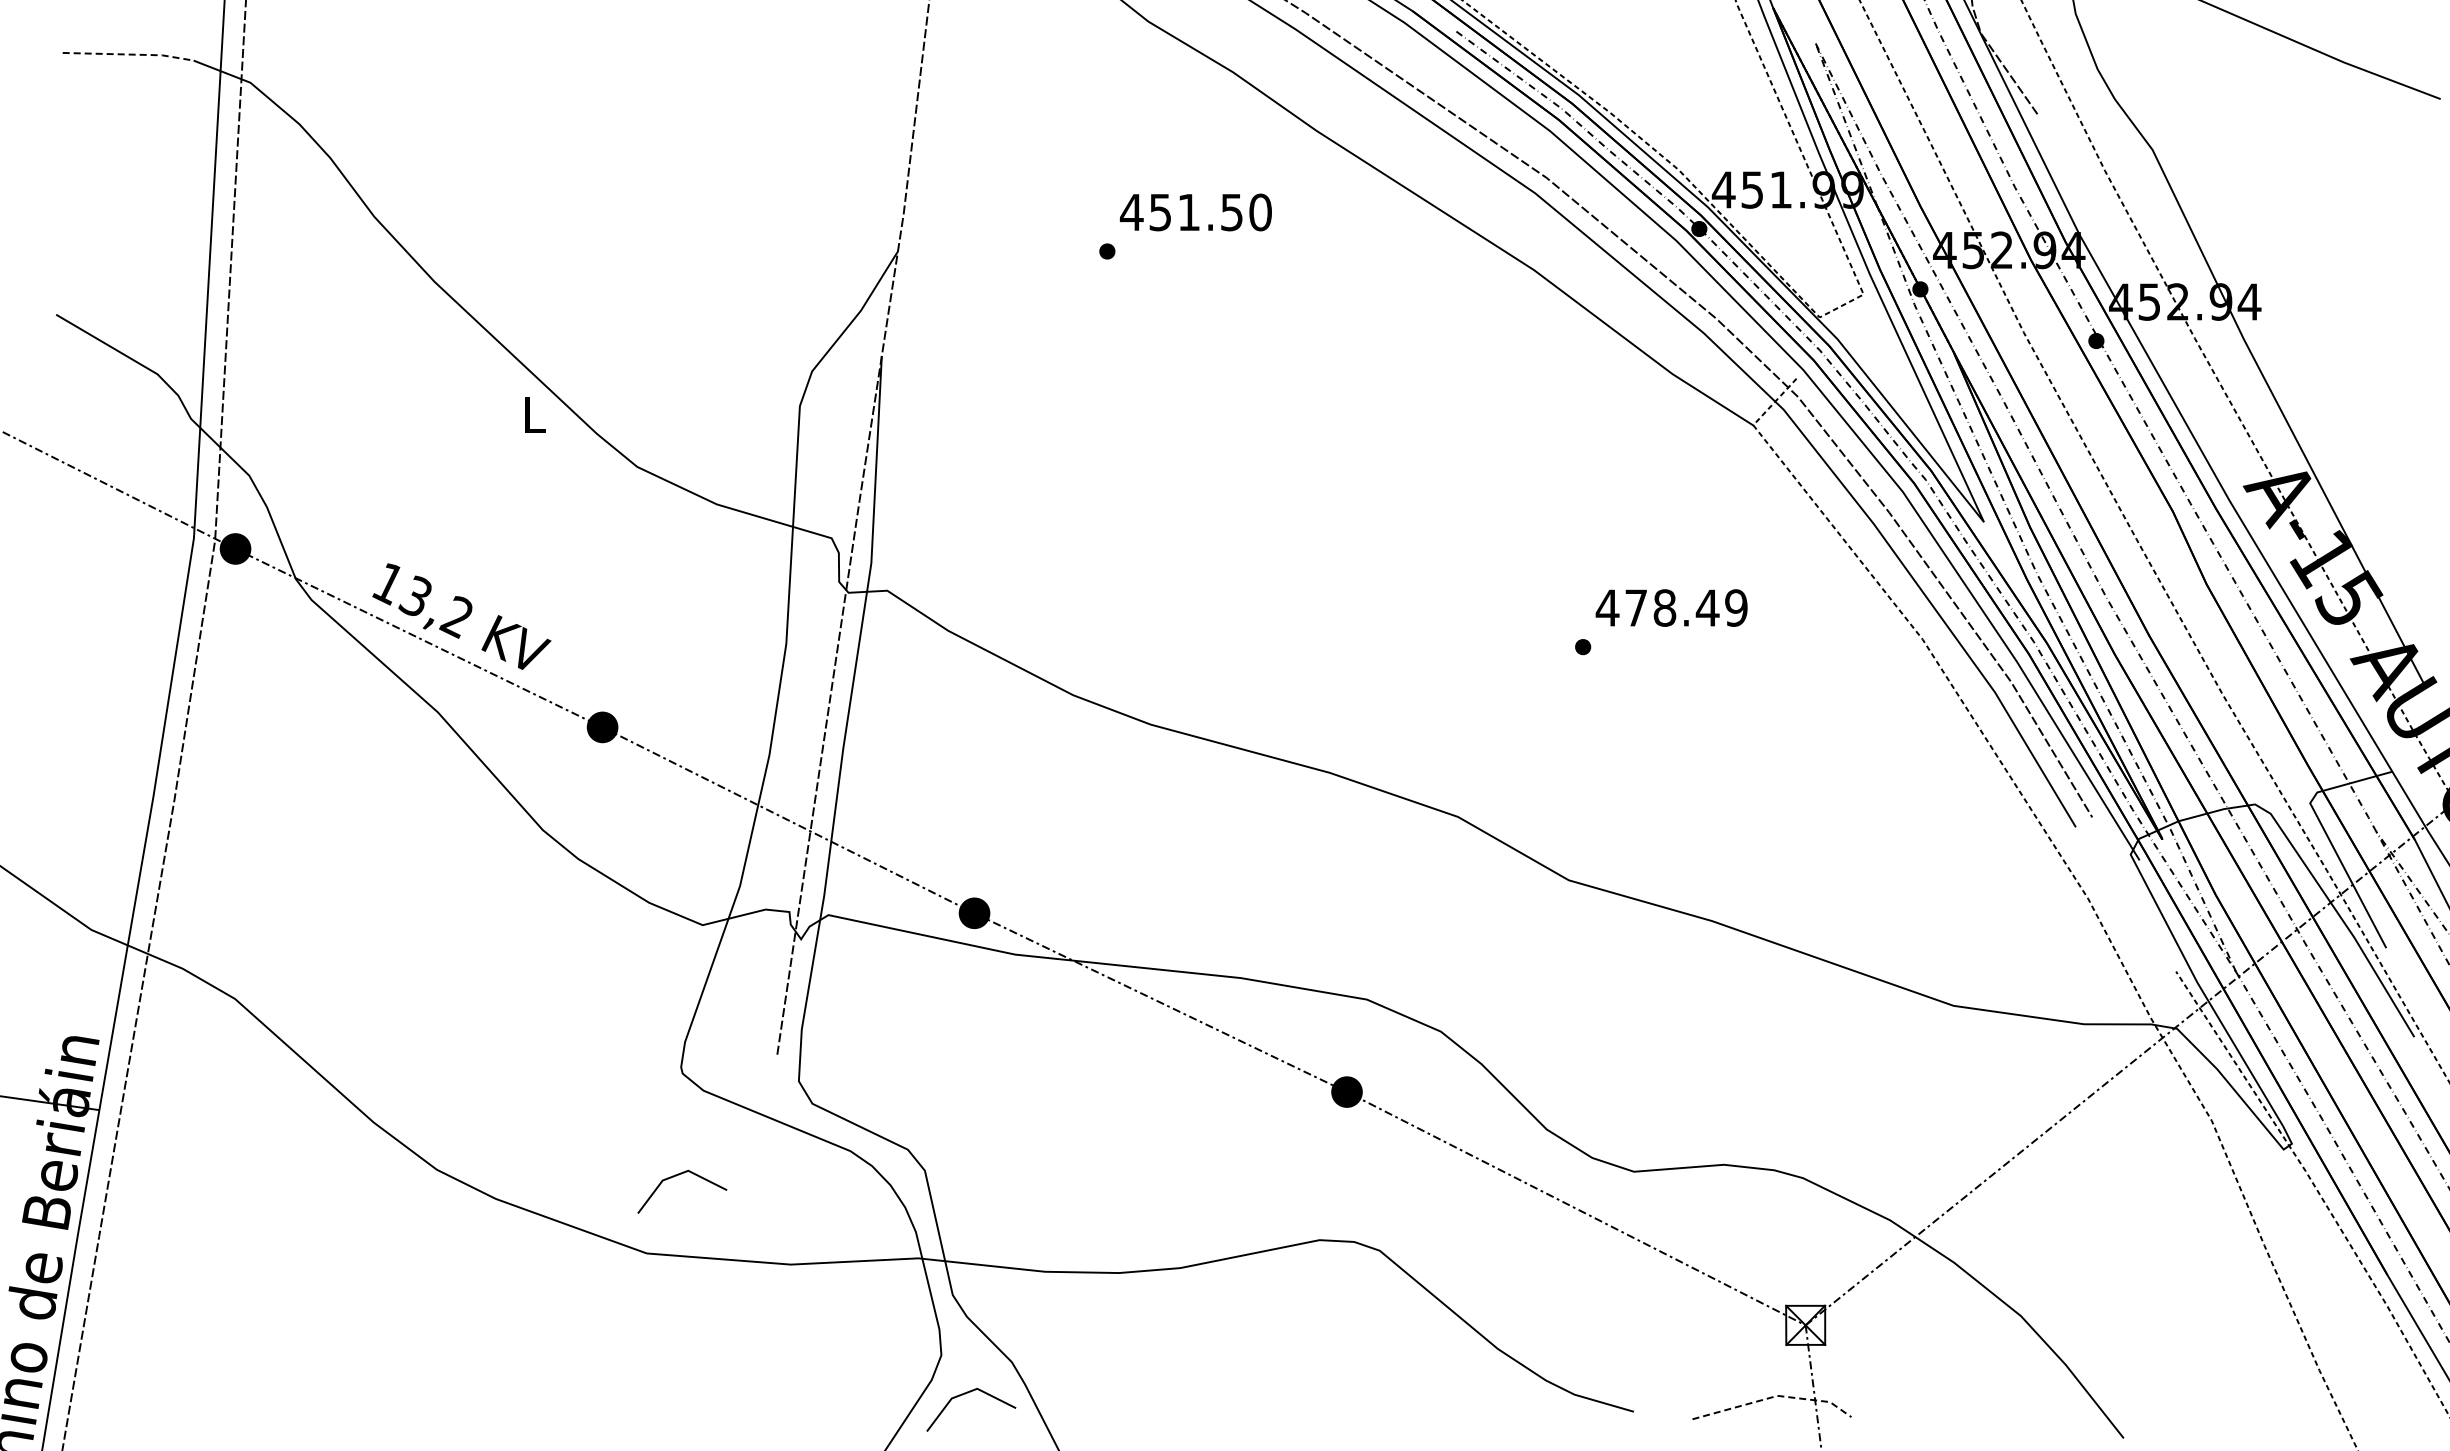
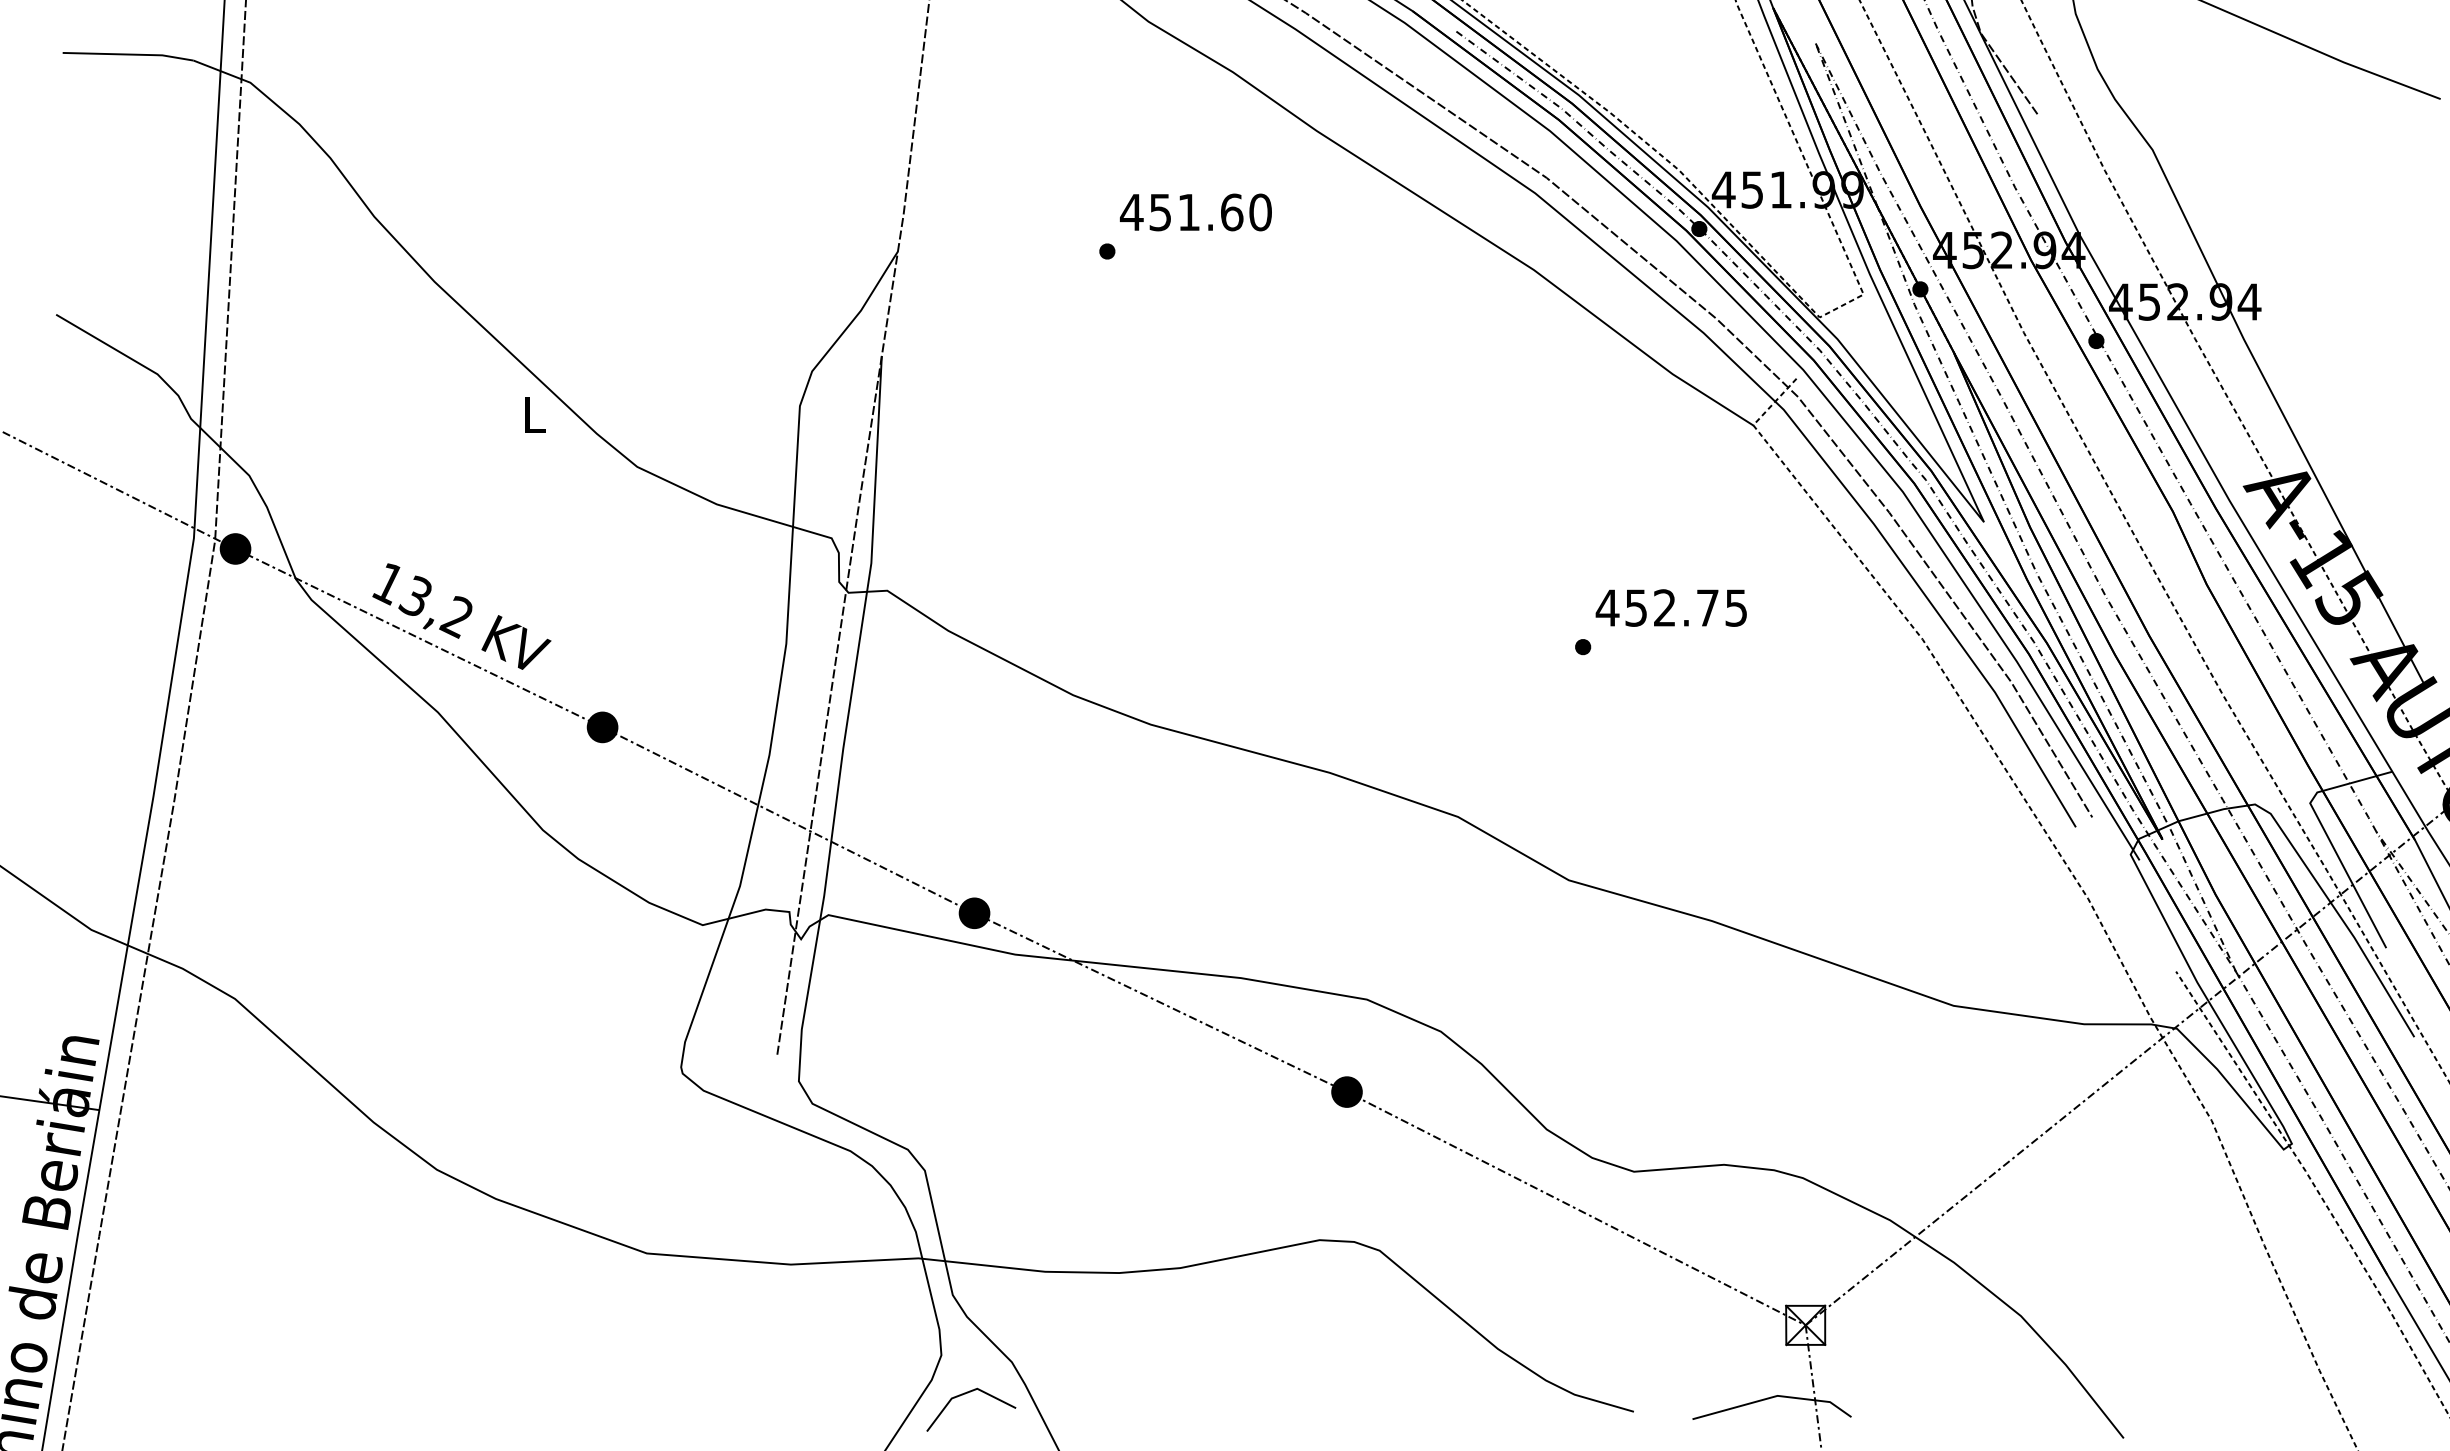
line at (129, 54): dashed -> solid
text at (1232, 212): 451.50 -> 451.60
text at (1686, 607): 478.49 -> 452.75
line at (676, 1176): present -> none
line at (1774, 1396): dashed -> solid
